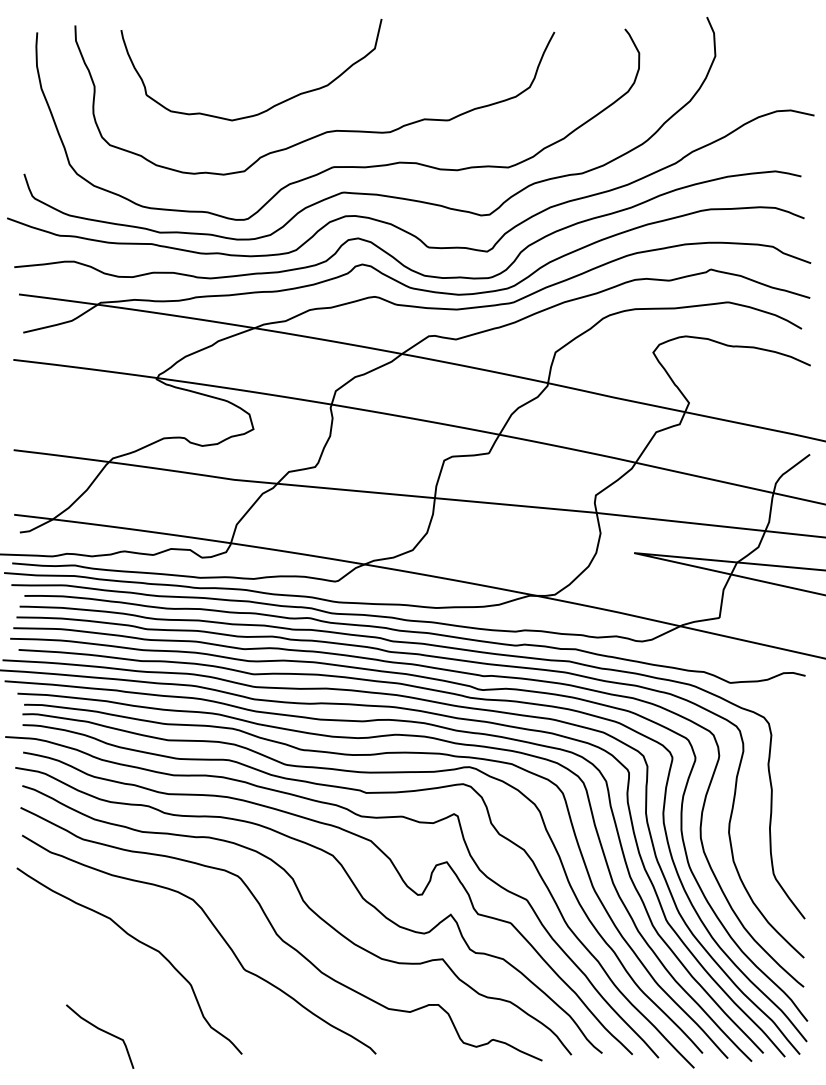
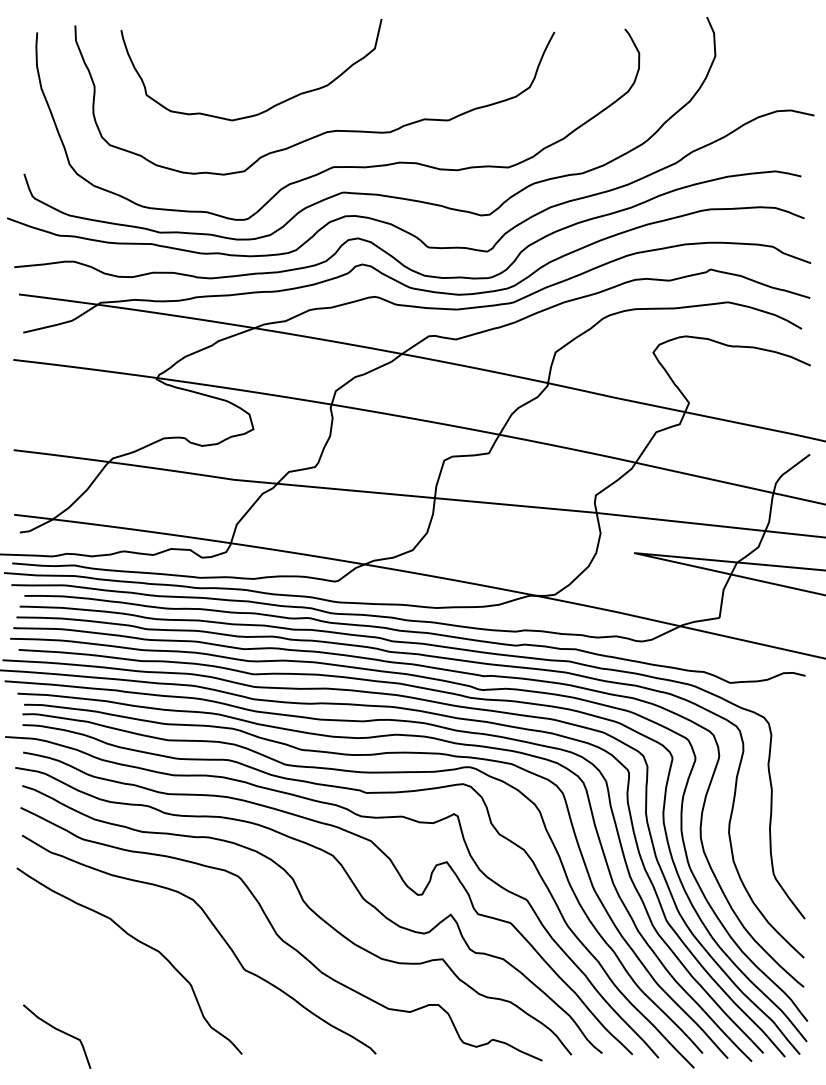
curve at (102, 1031) position: (102, 1031) -> (59, 1031)
